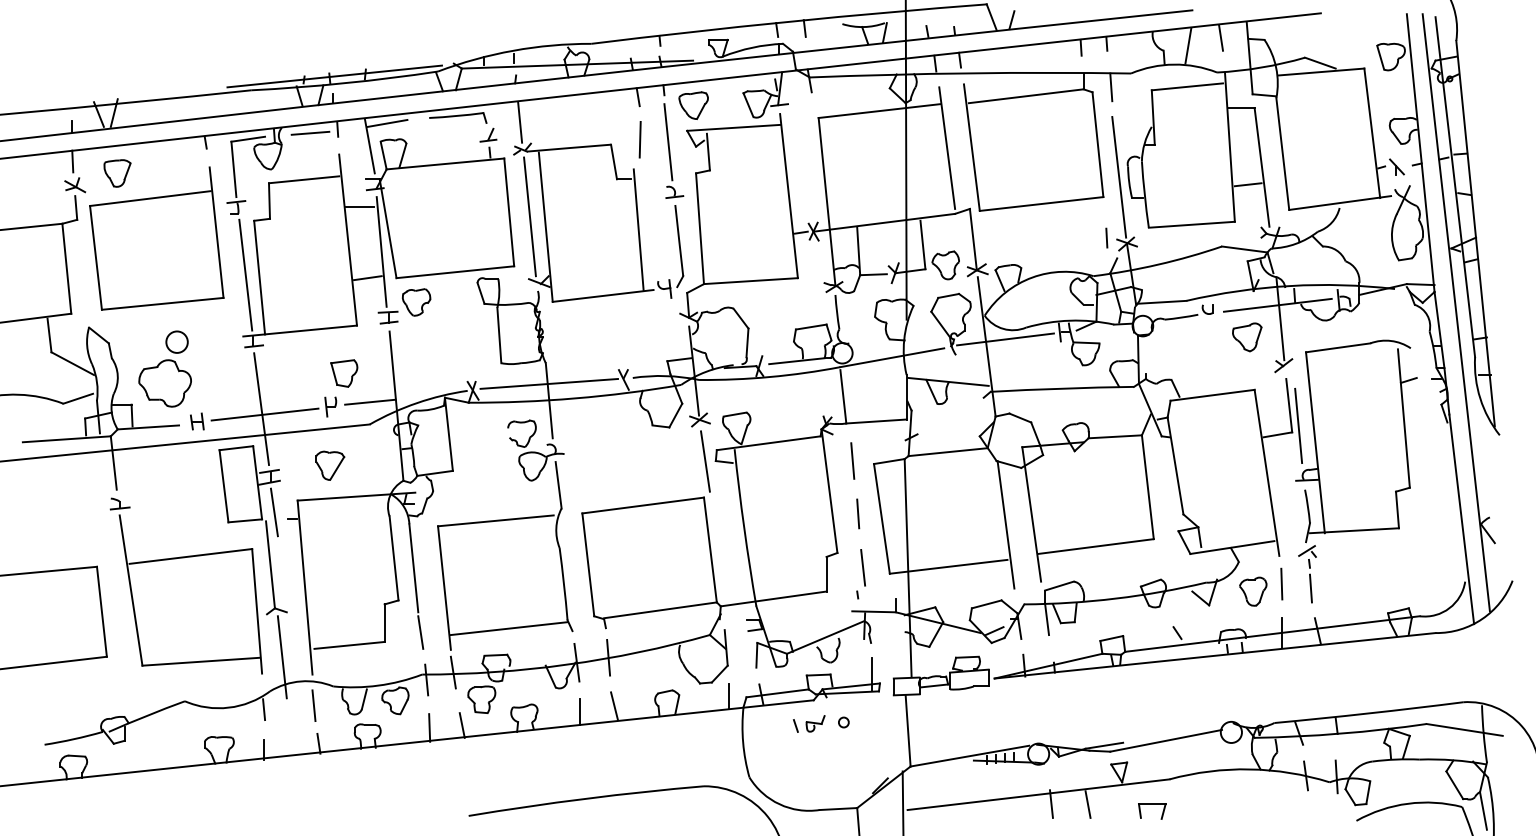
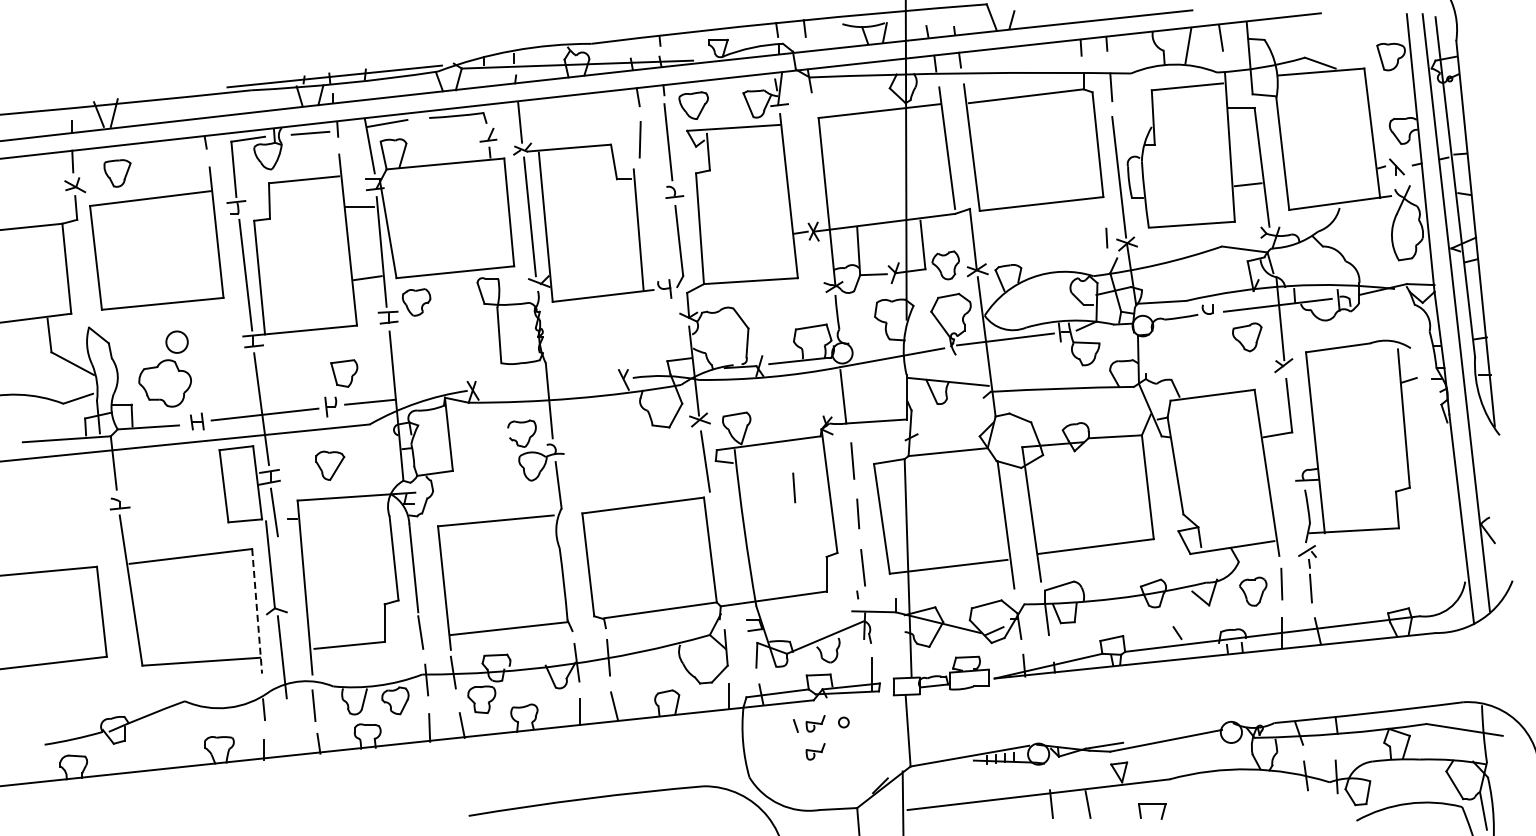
line at (548, 383): present -> none
line at (1298, 425): present -> none
line at (794, 487): none -> present
line at (257, 611): solid -> dashed
part at (815, 751): none -> present
